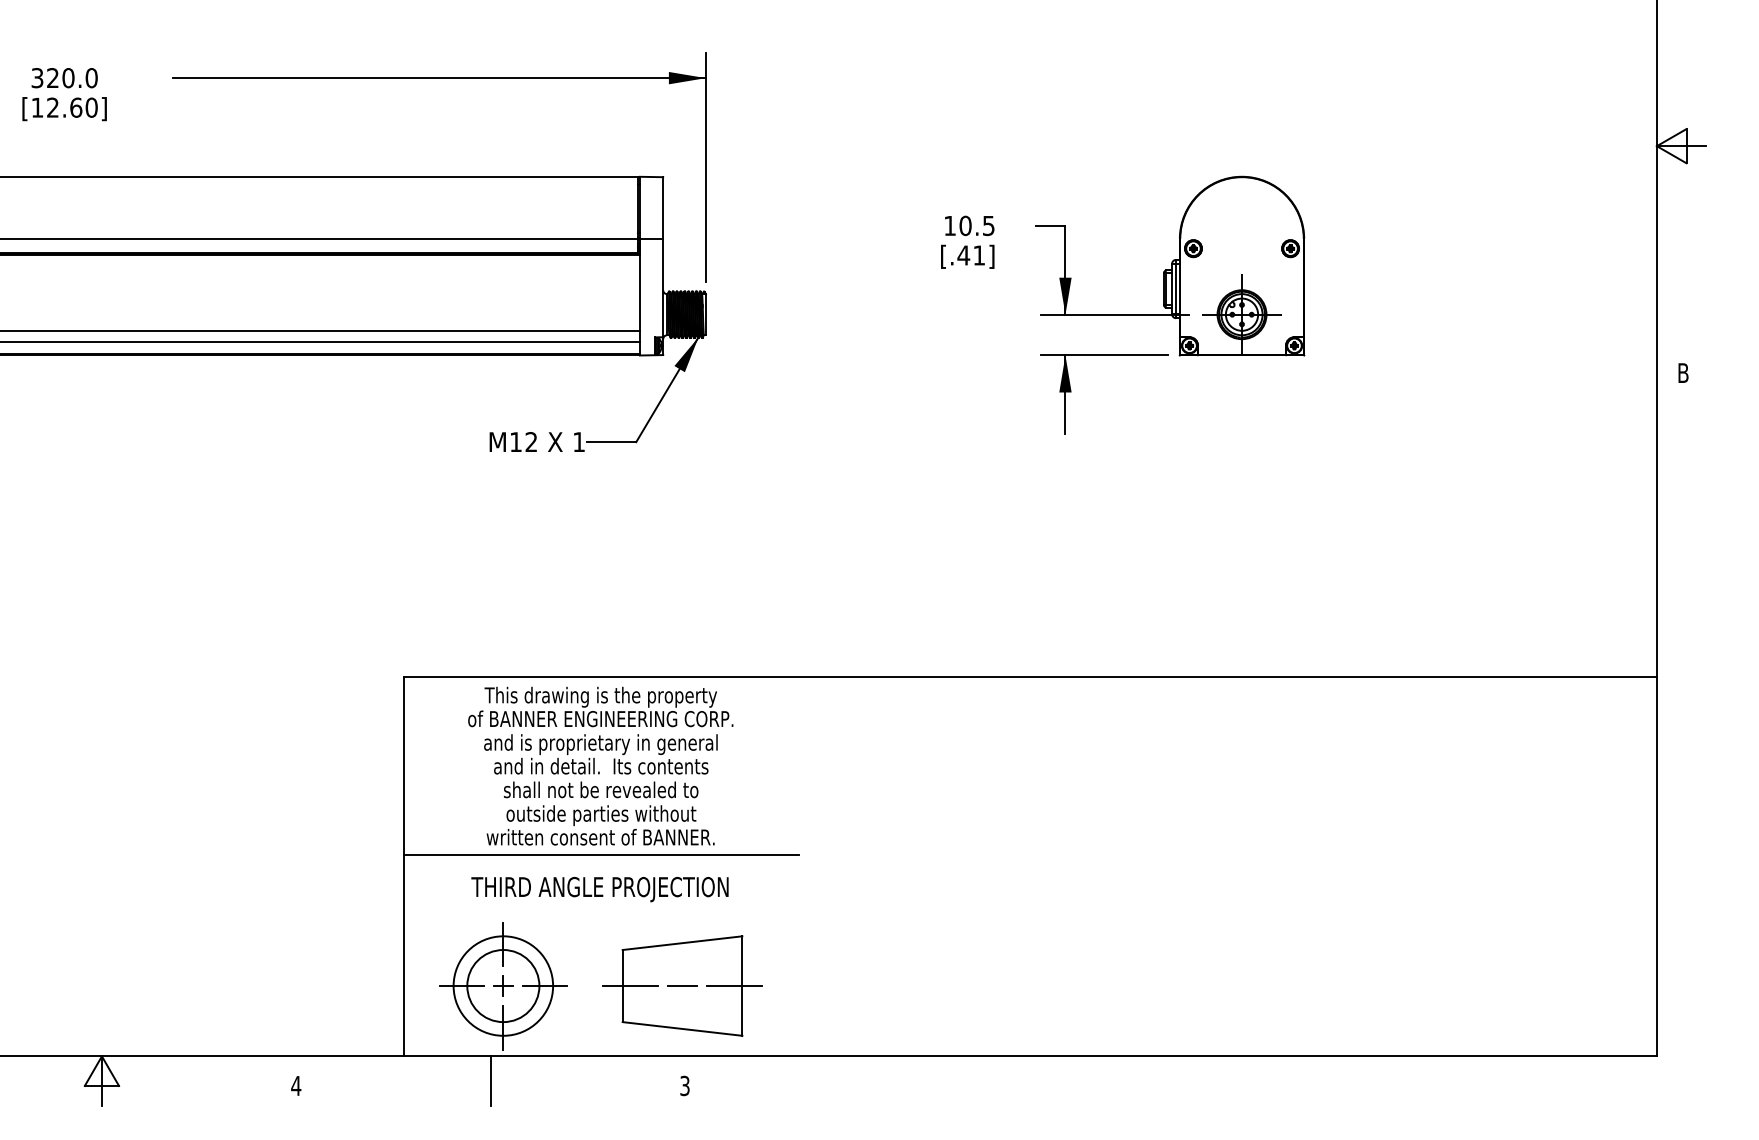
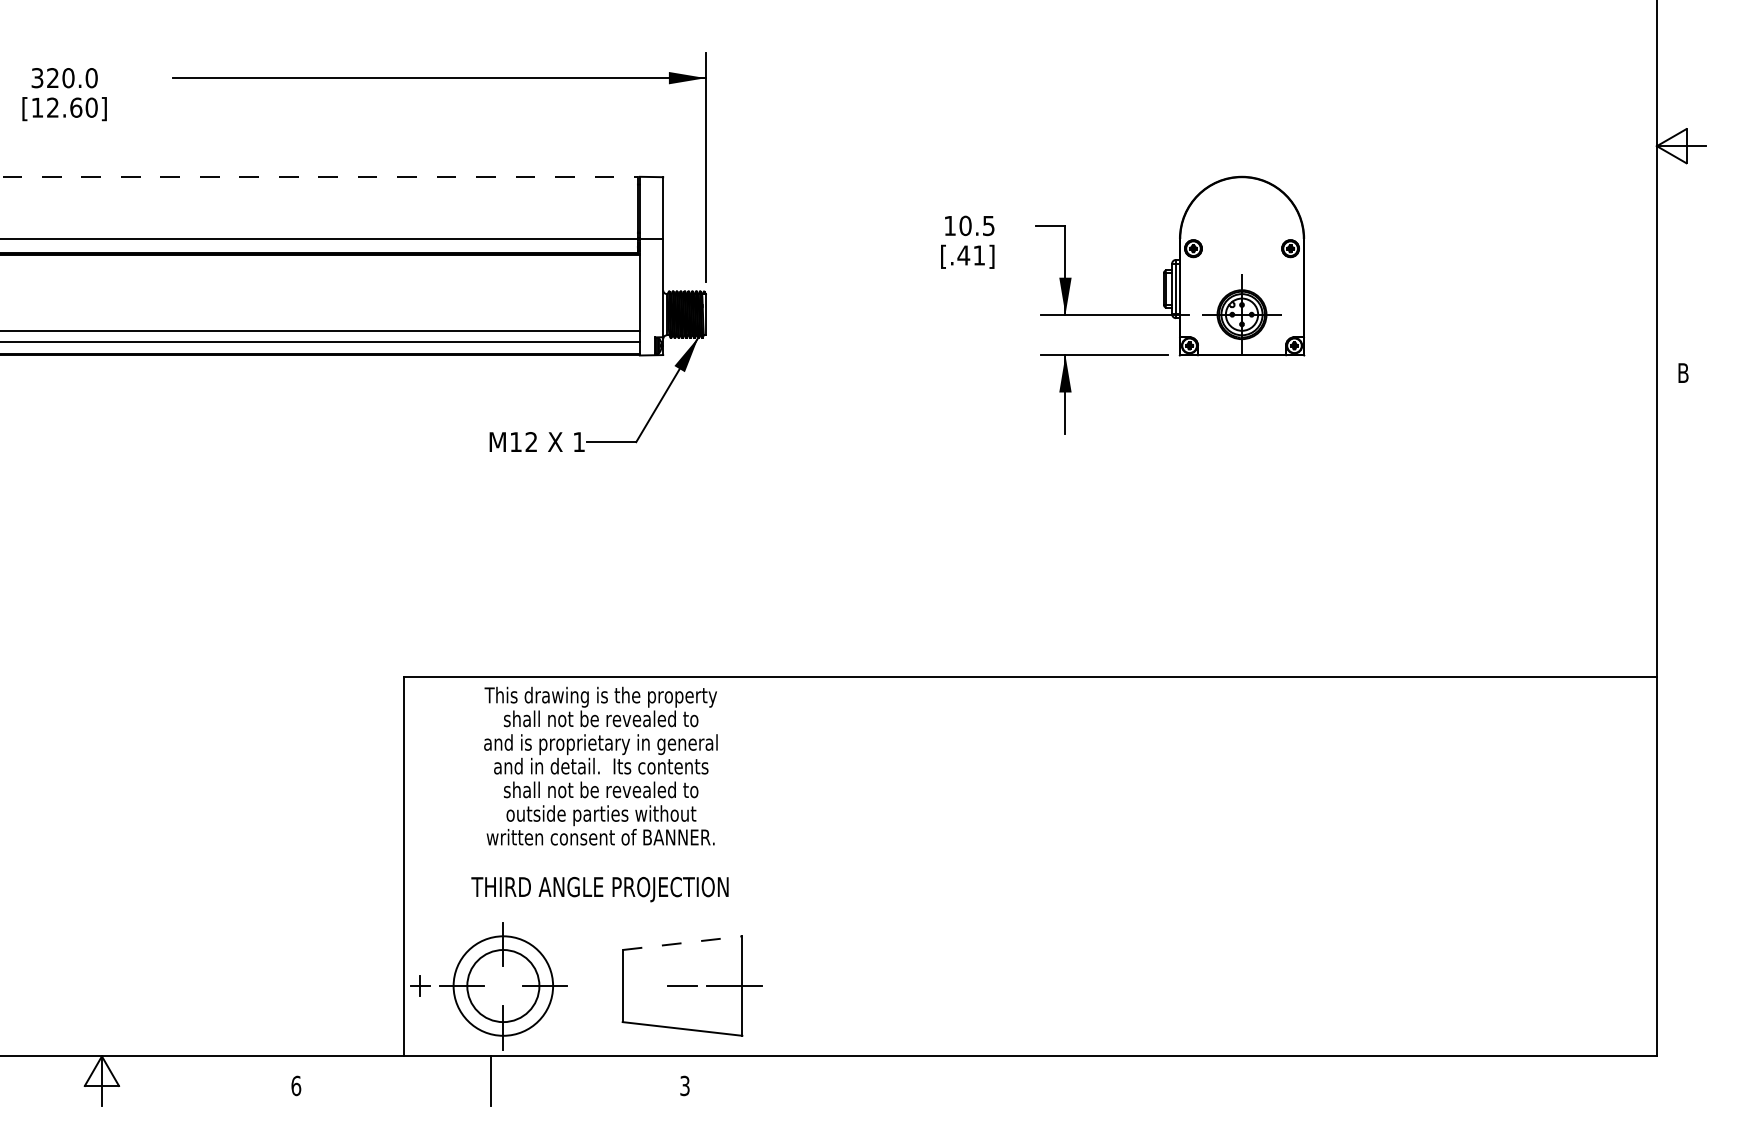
line at (319, 176): solid -> dashed
text at (600, 718): of BANNER ENGINEERING CORP. -> shall not be revealed to
line at (600, 855): present -> none
line at (683, 943): solid -> dashed
part at (503, 985) position: (503, 985) -> (420, 985)
line at (629, 986): present -> none
text at (296, 1085): 4 -> 6
